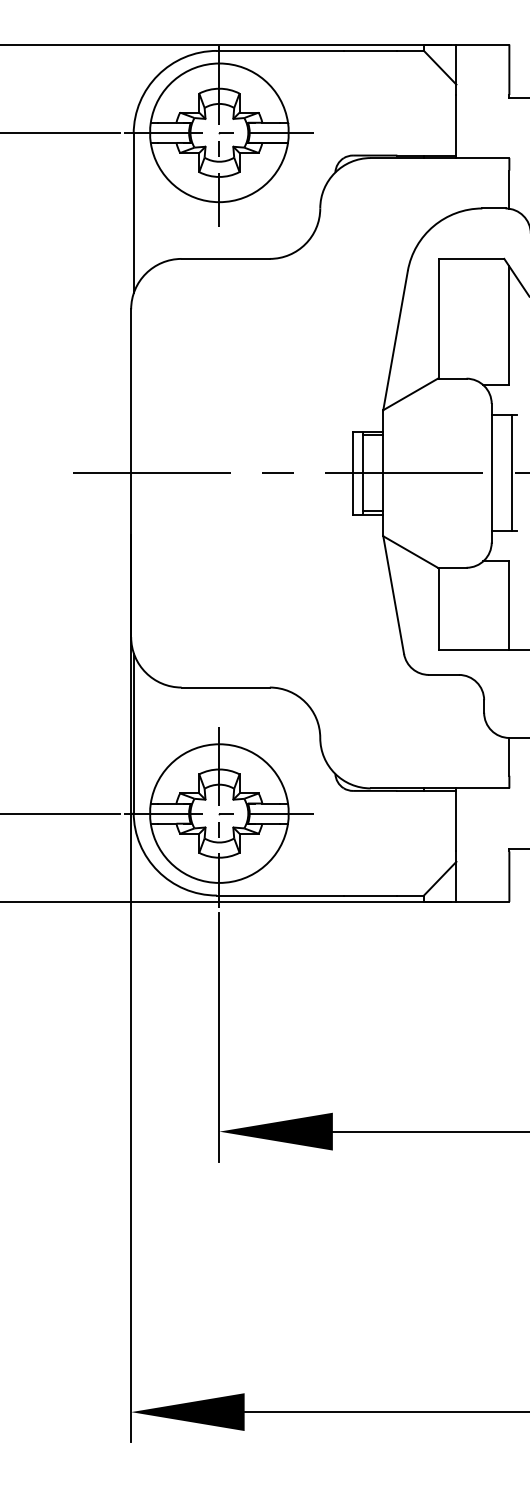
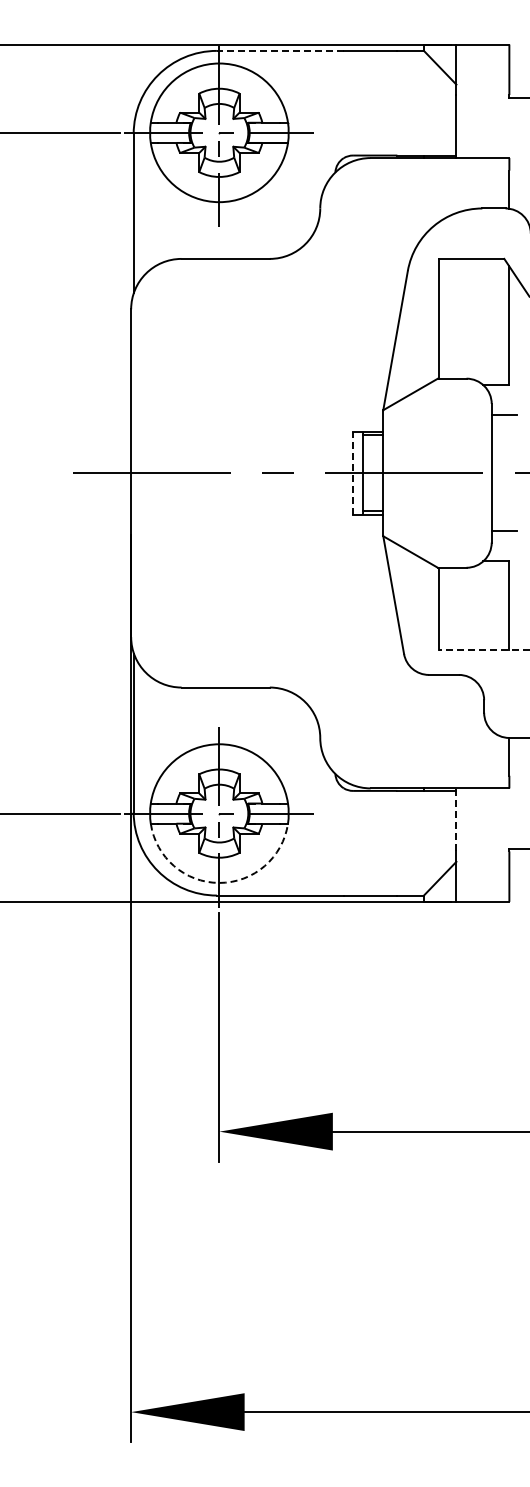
line at (279, 50): solid -> dashed
line at (353, 473): solid -> dashed
line at (511, 473): present -> none
line at (483, 649): solid -> dashed
line at (456, 819): solid -> dashed
arc at (219, 882): solid -> dashed
